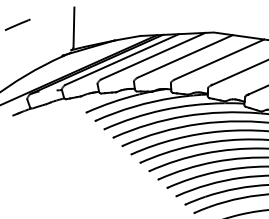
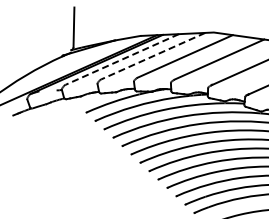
line at (17, 24): present -> none
line at (152, 56): solid -> dashed
line at (121, 59): solid -> dashed
